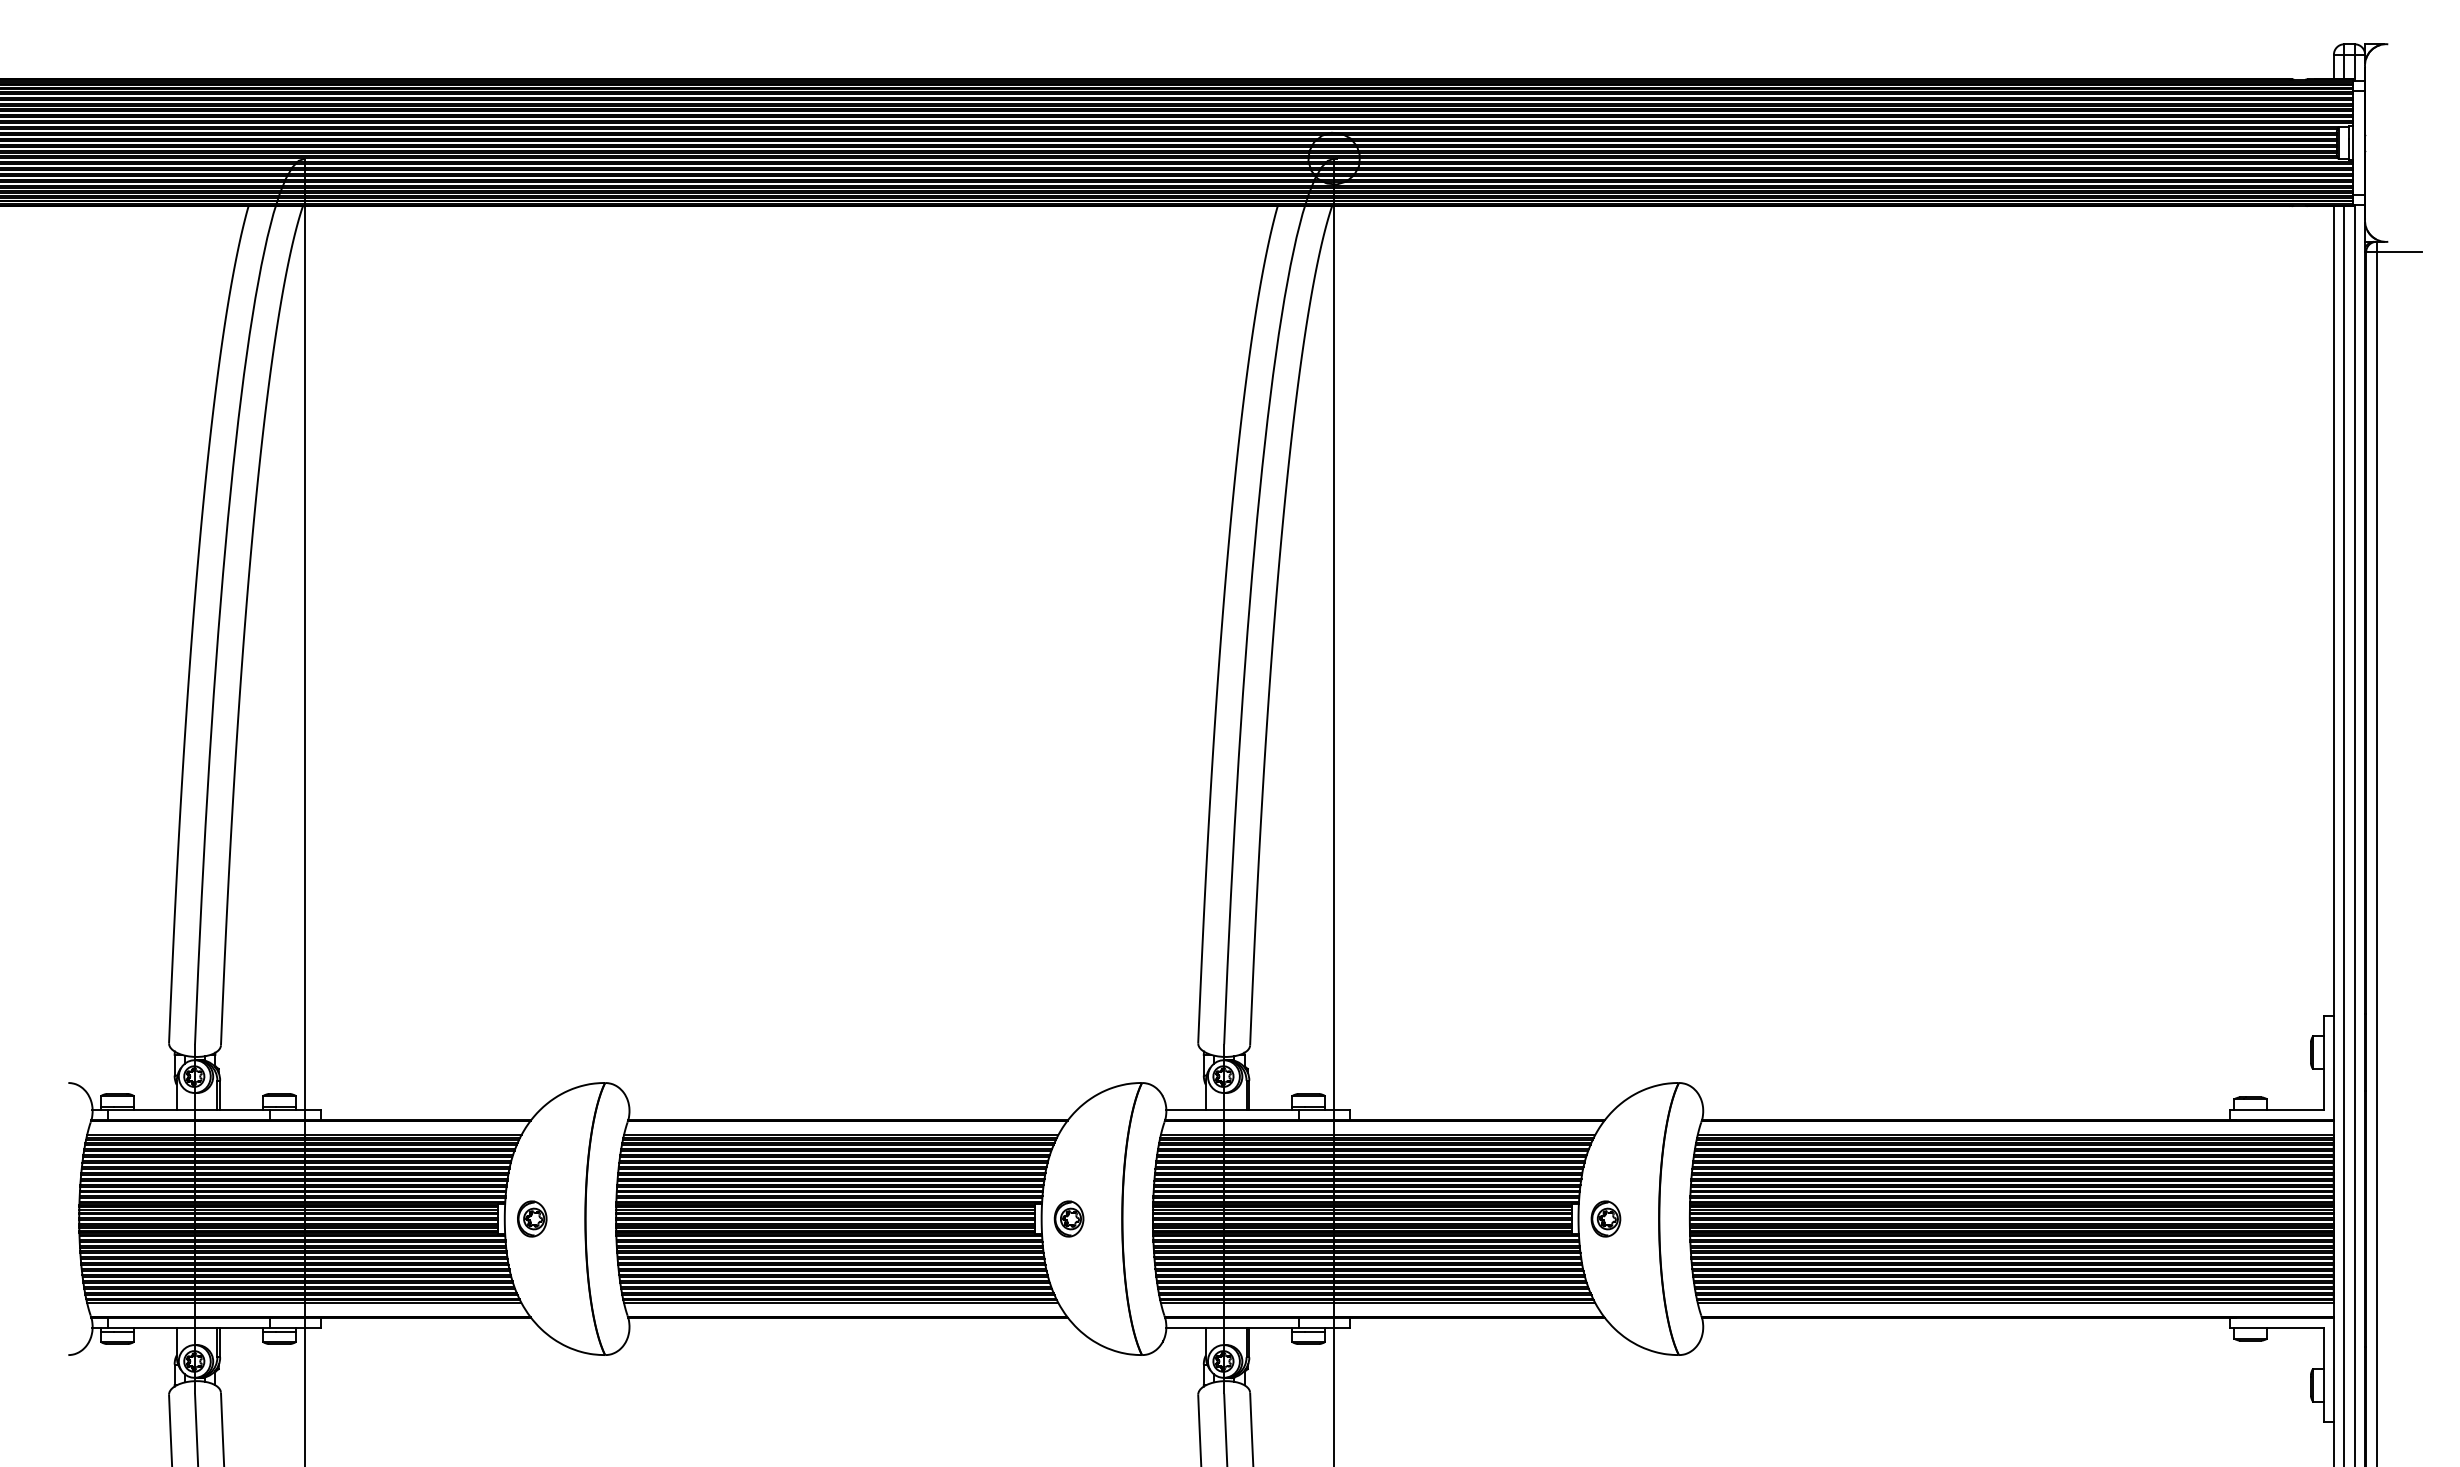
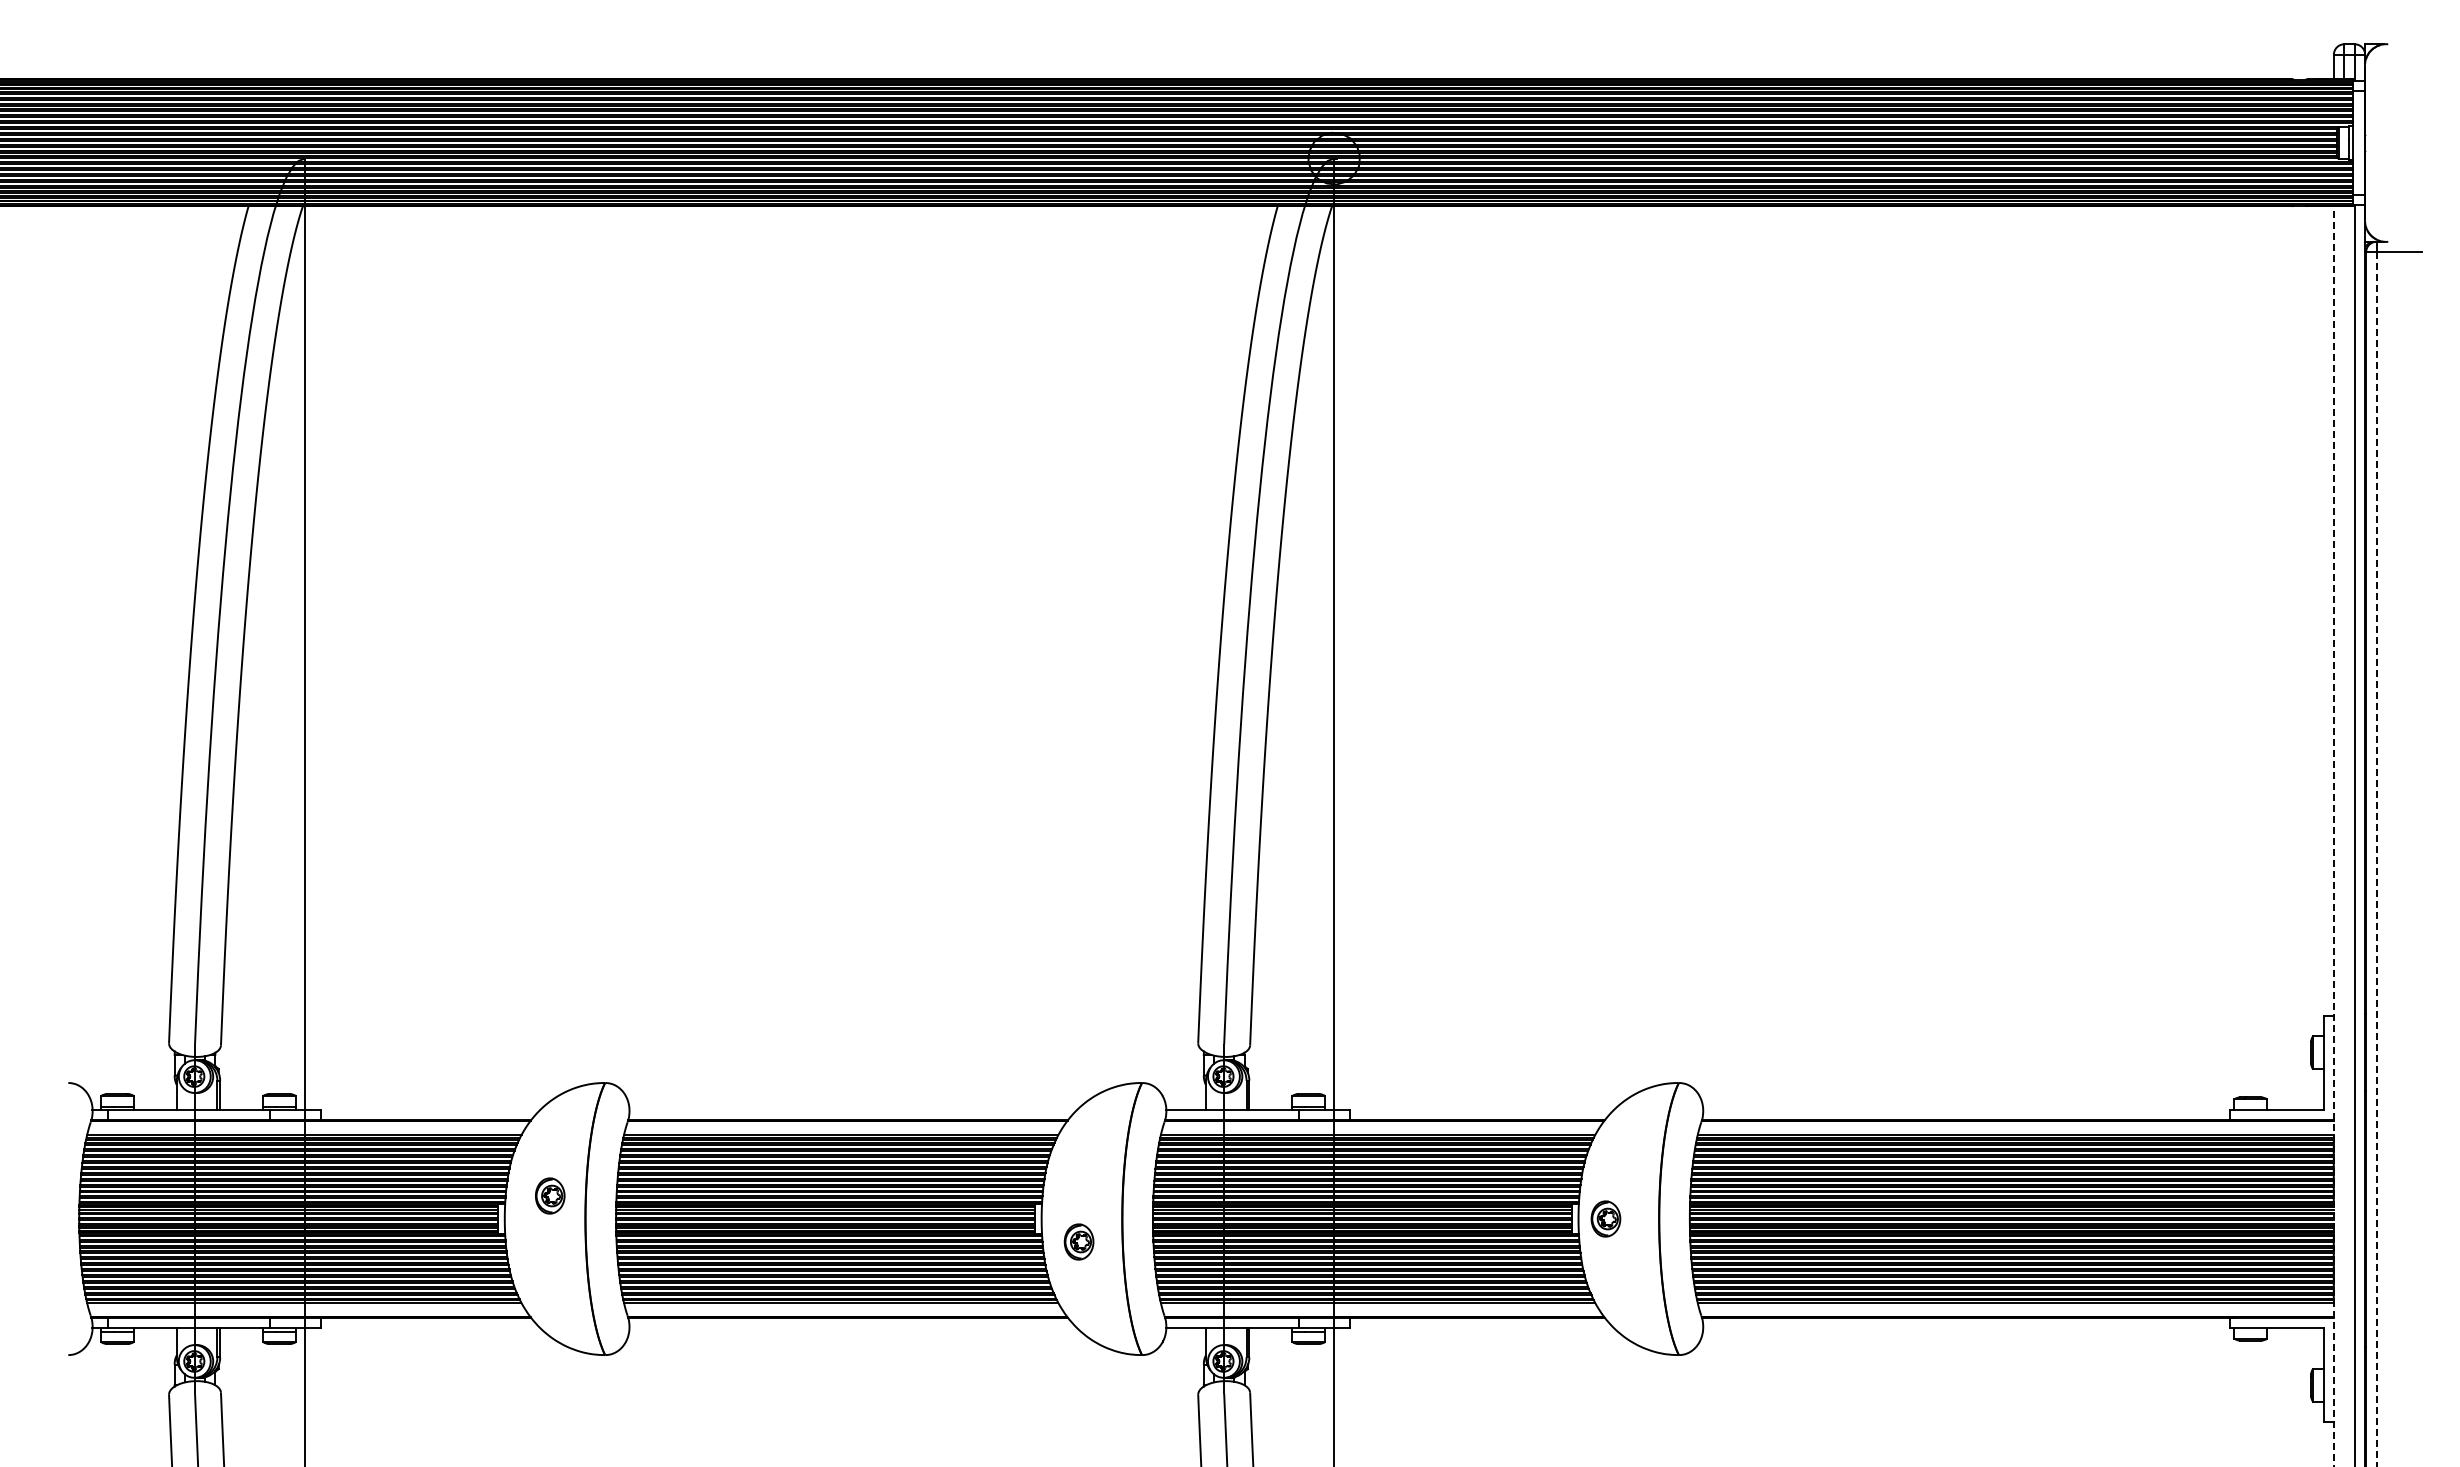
line at (2344, 834): present -> none
line at (2333, 835): solid -> dashed
line at (2376, 860): solid -> dashed
part at (532, 1218) position: (532, 1218) -> (550, 1195)
part at (1068, 1218) position: (1068, 1218) -> (1078, 1241)
